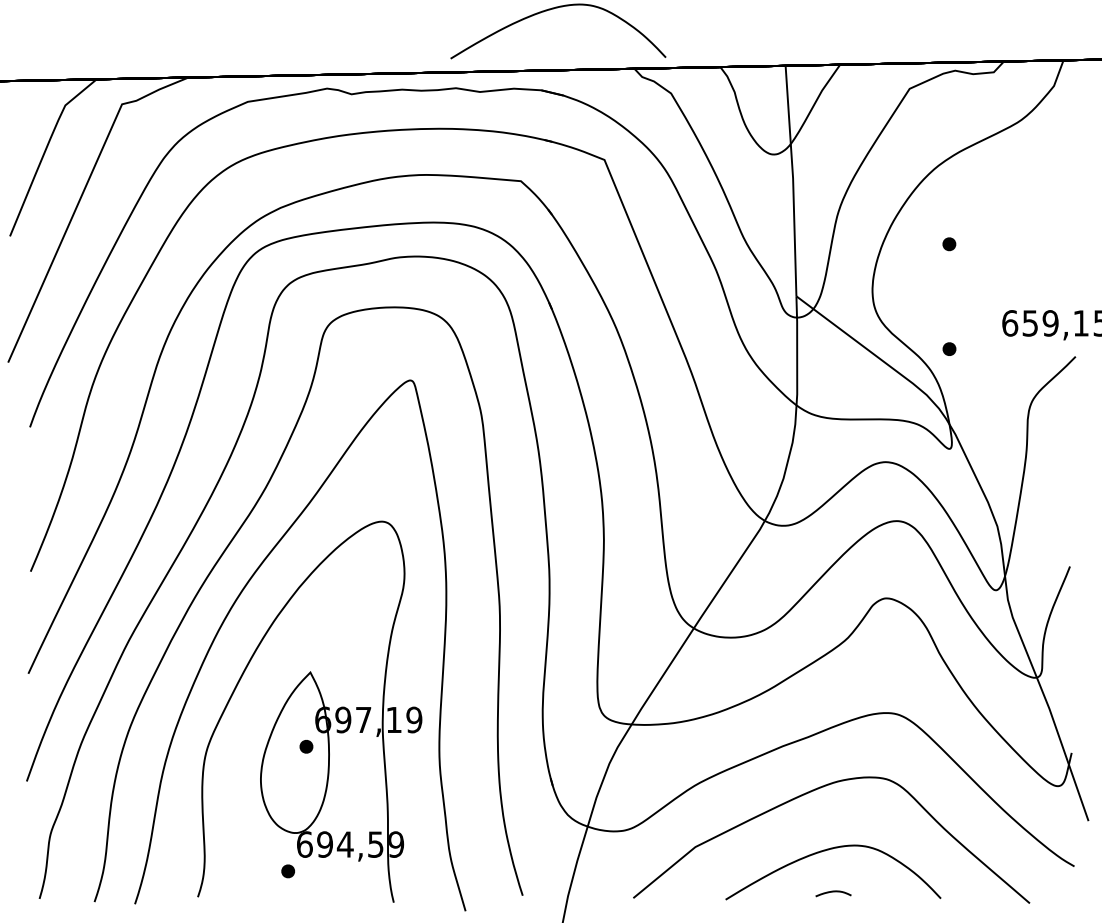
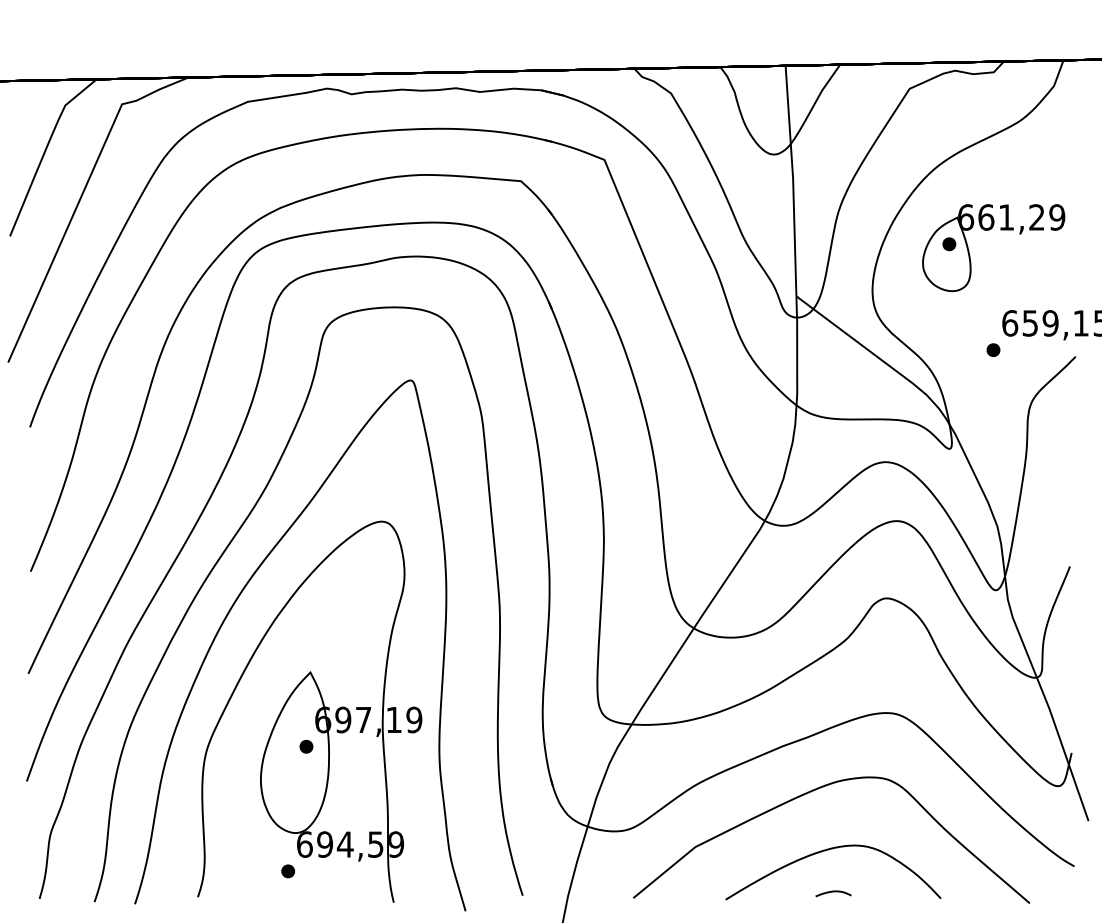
part at (550, 10): present -> none
part at (989, 230): none -> present
part at (949, 348) position: (949, 348) -> (993, 349)
